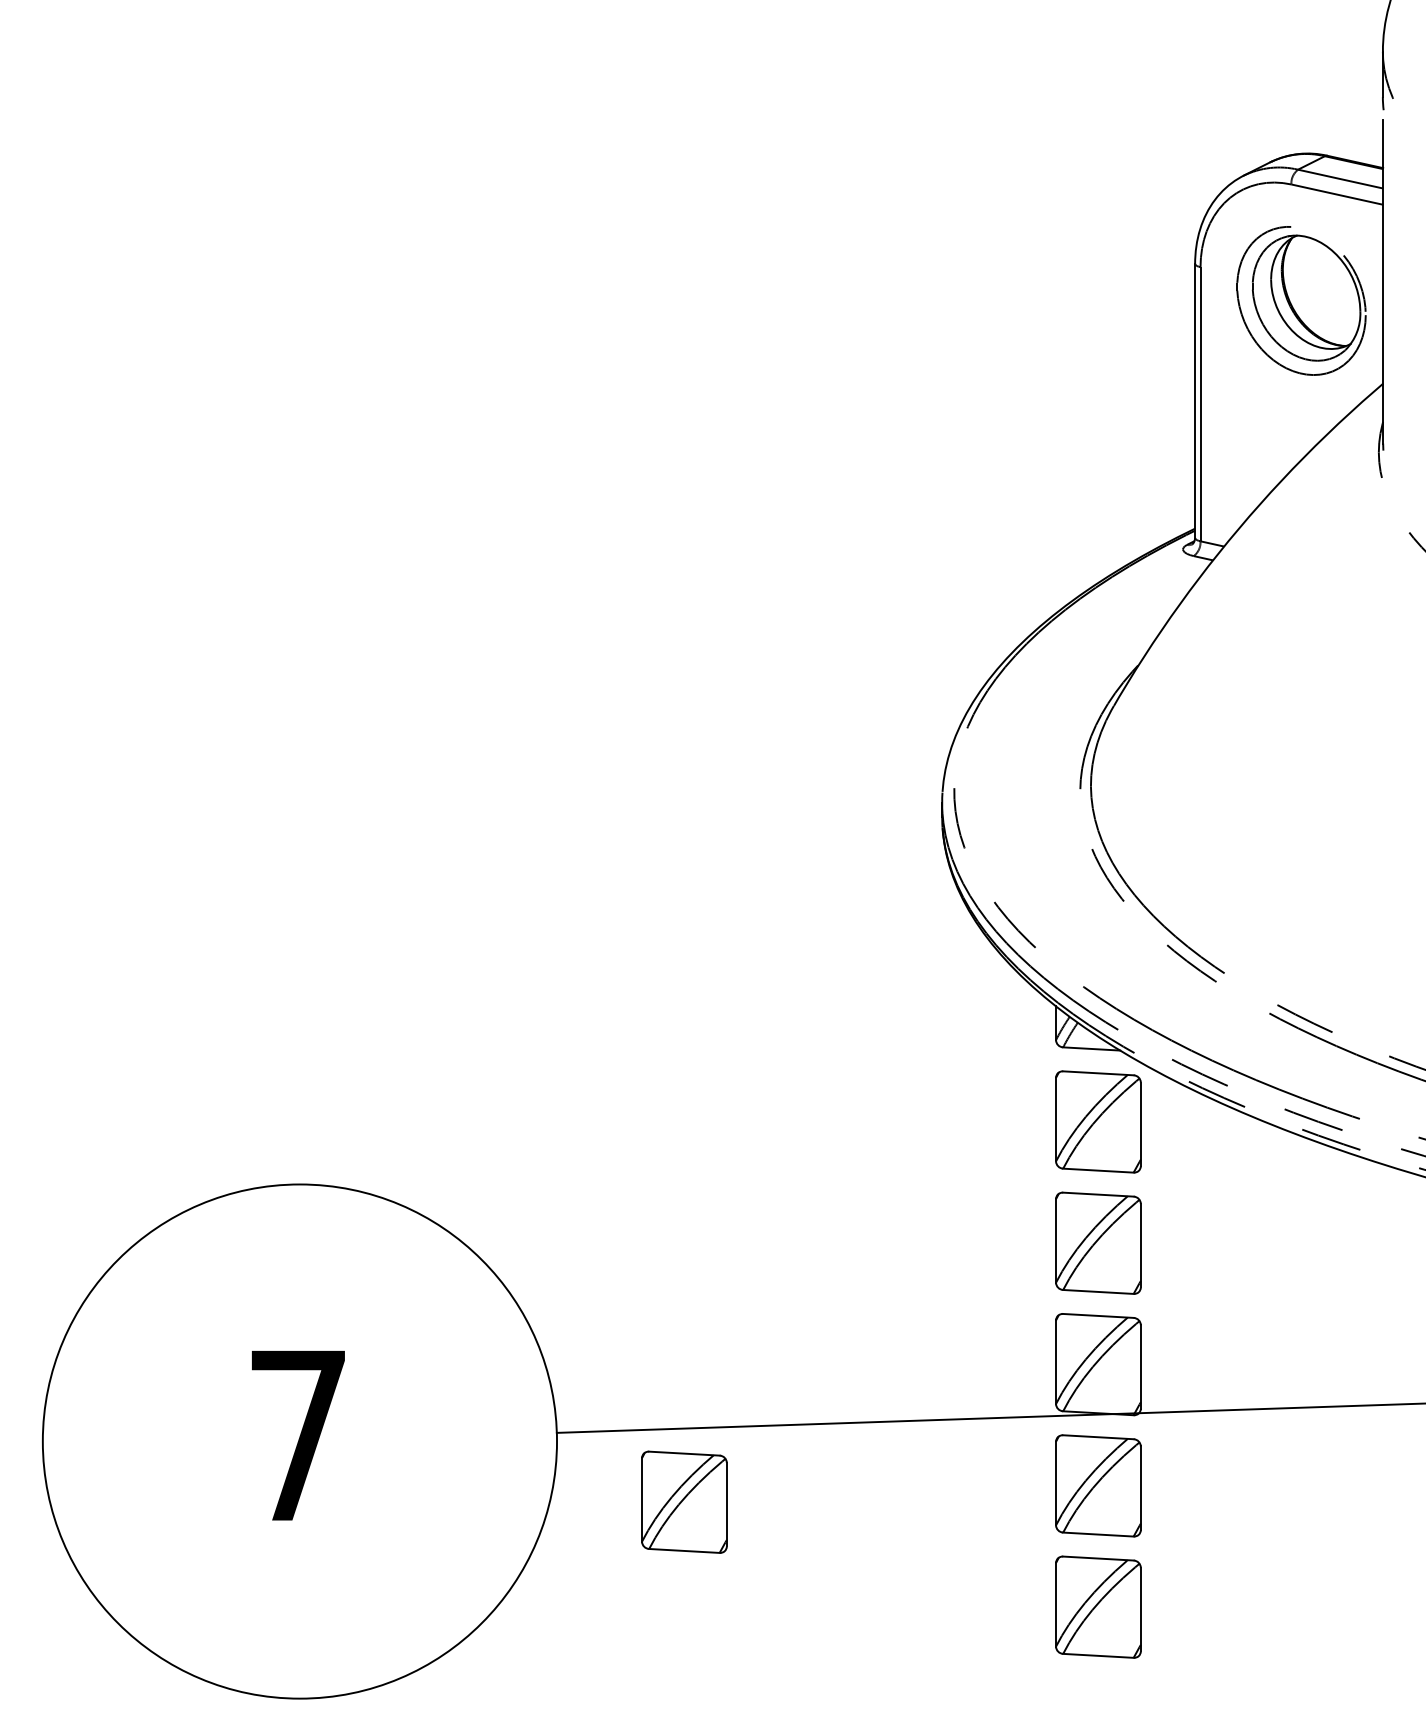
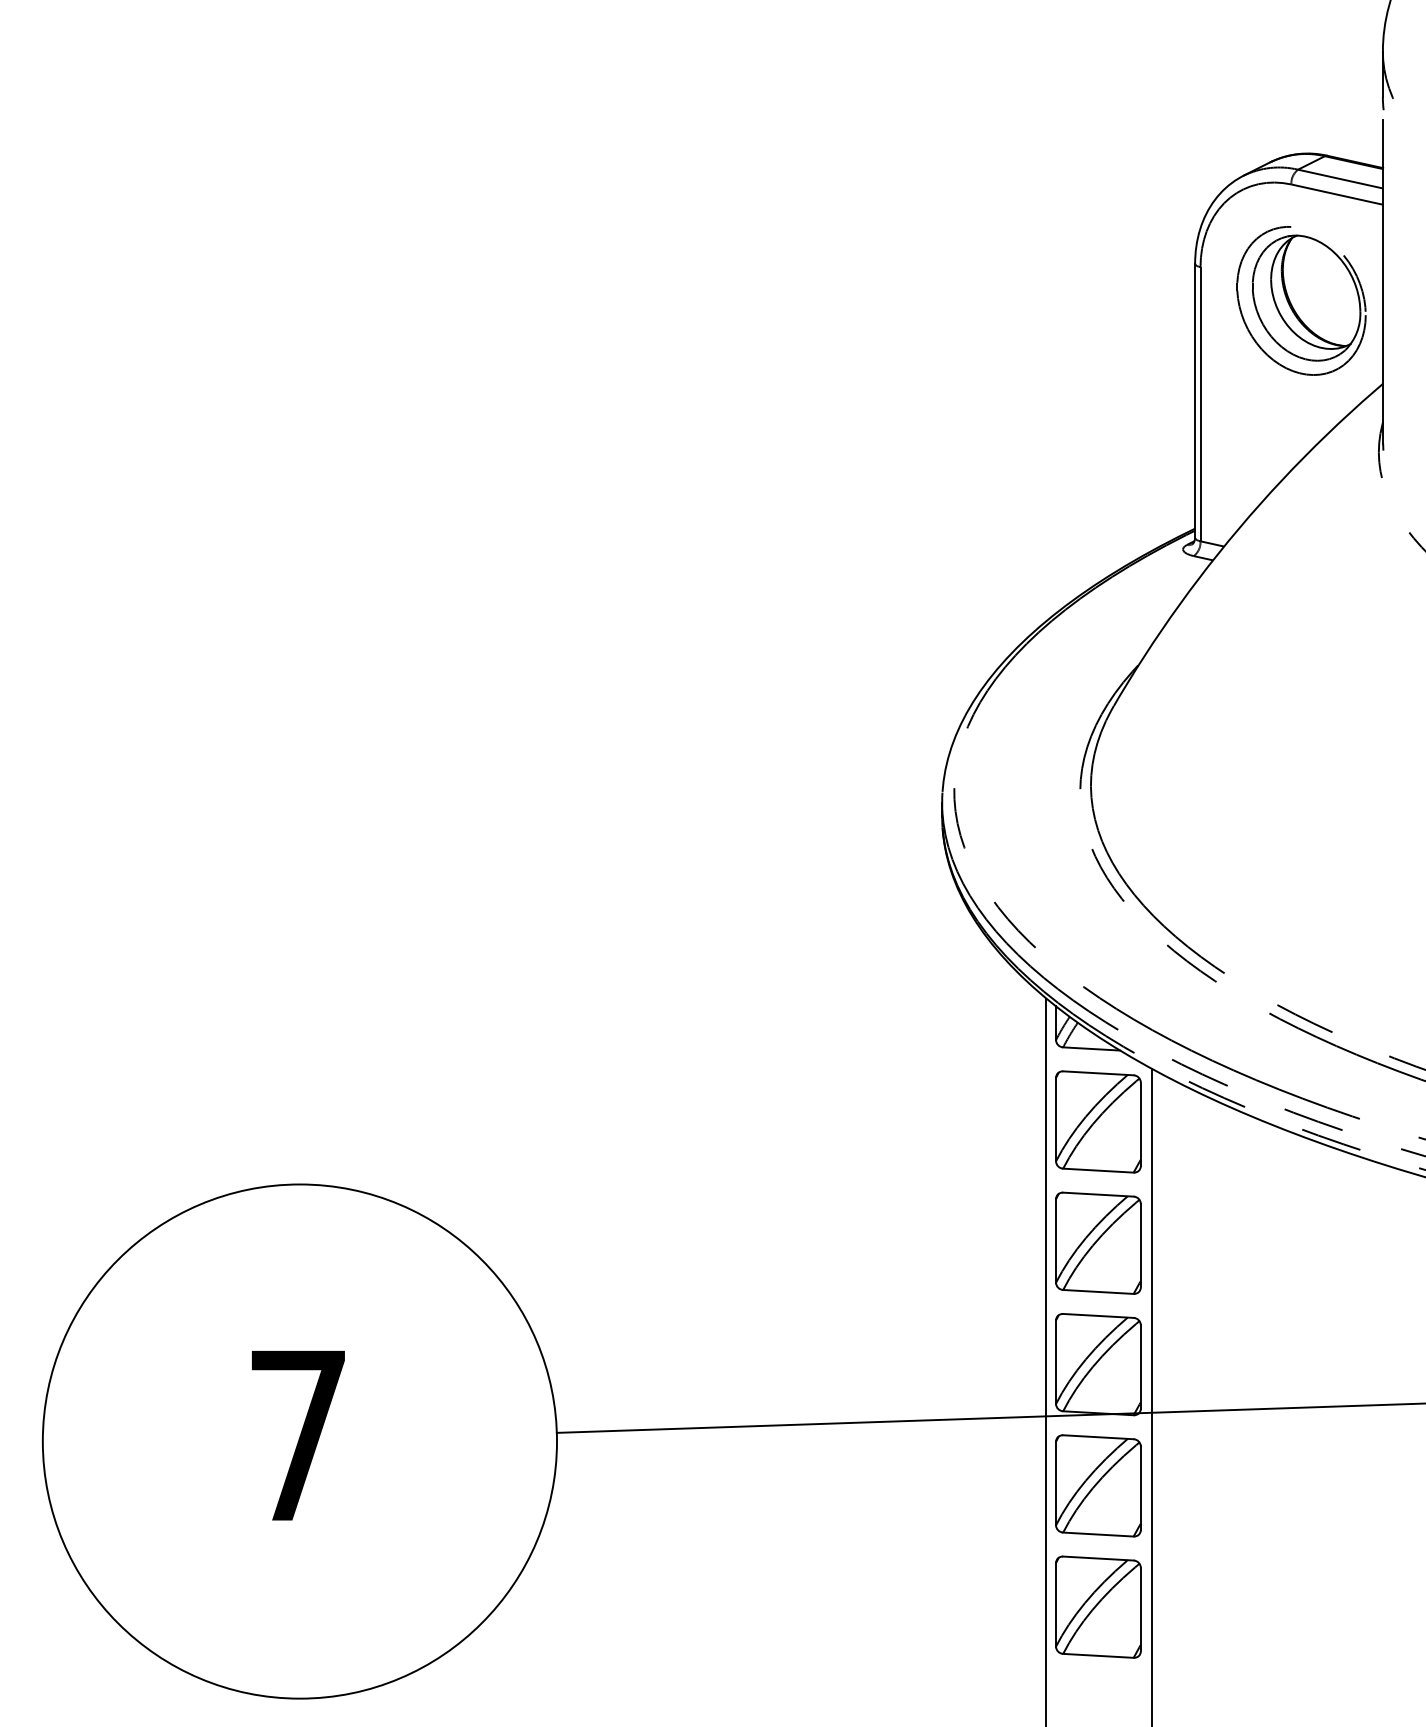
line at (1046, 1360): none -> present
line at (1151, 1395): none -> present
part at (684, 1501): present -> none
